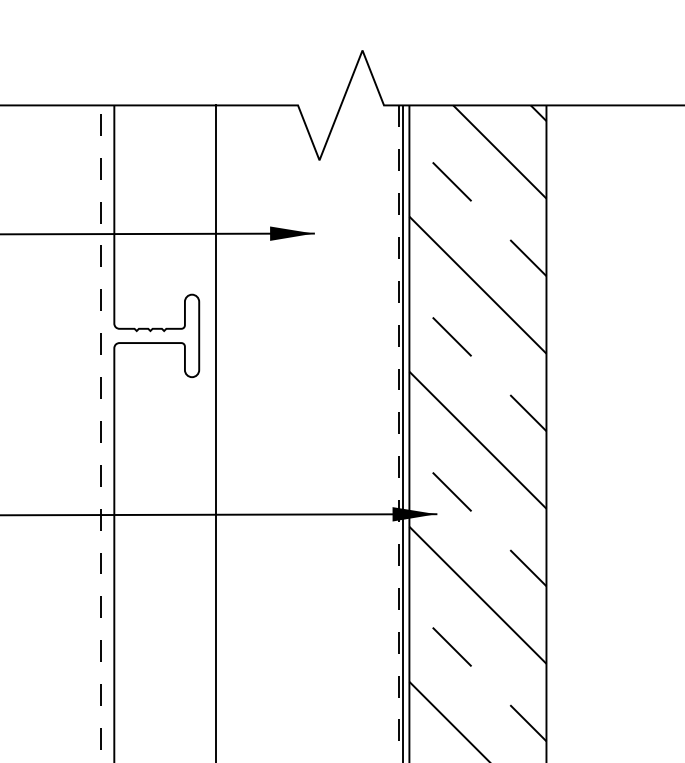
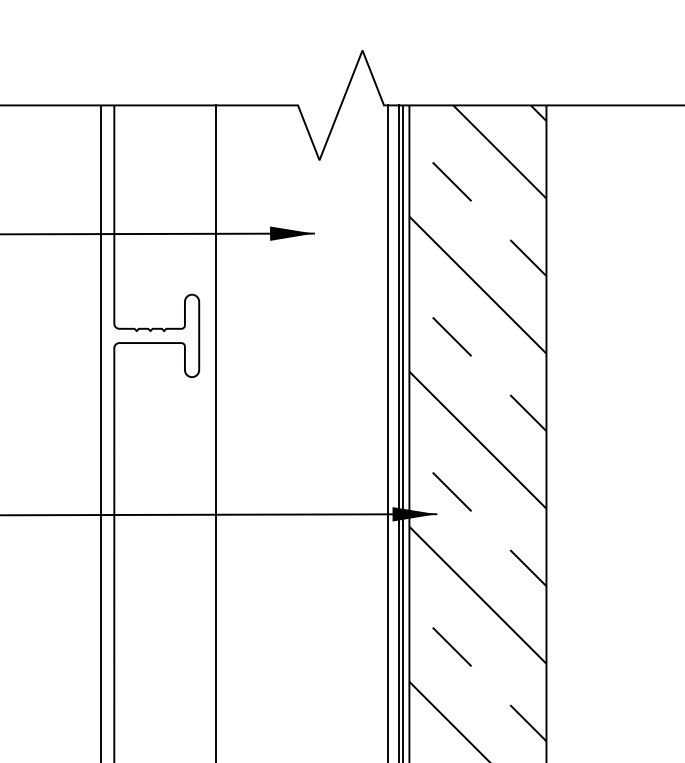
line at (387, 432): none -> present
line at (100, 433): dashed -> solid
line at (398, 434): dashed -> solid
